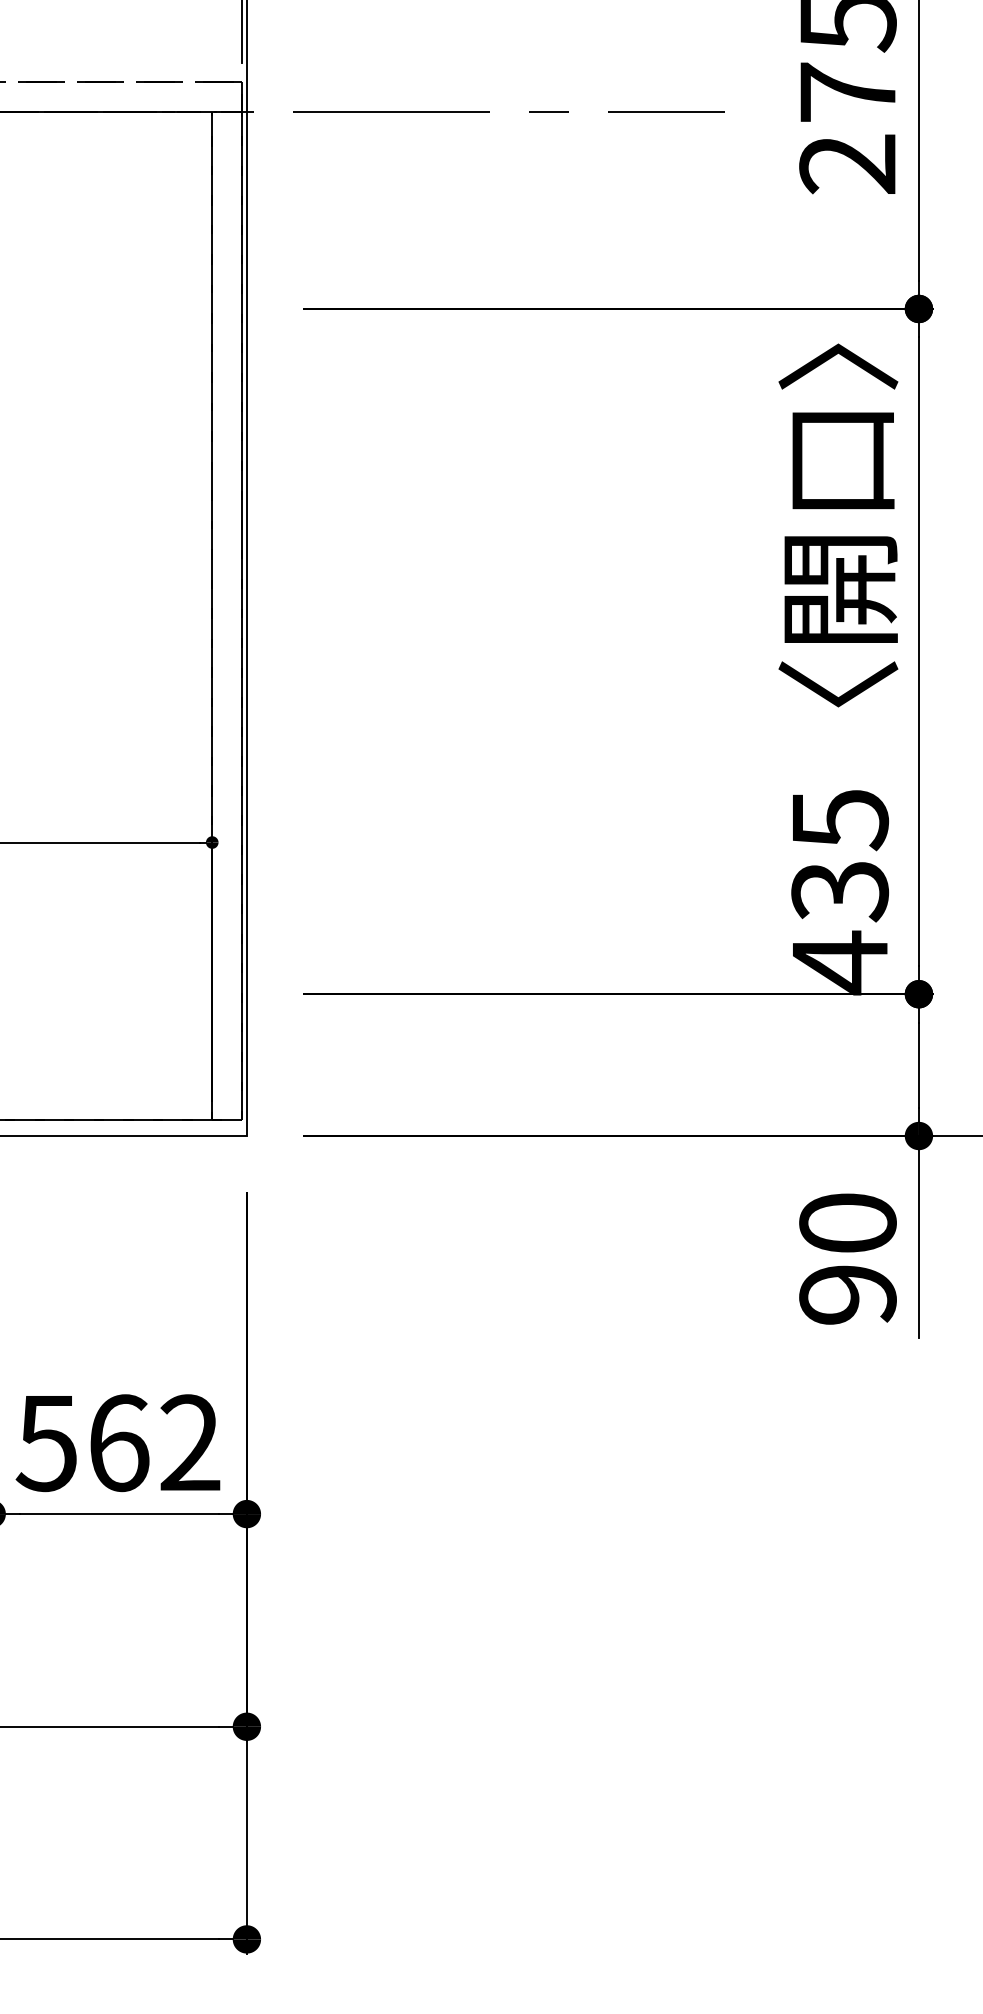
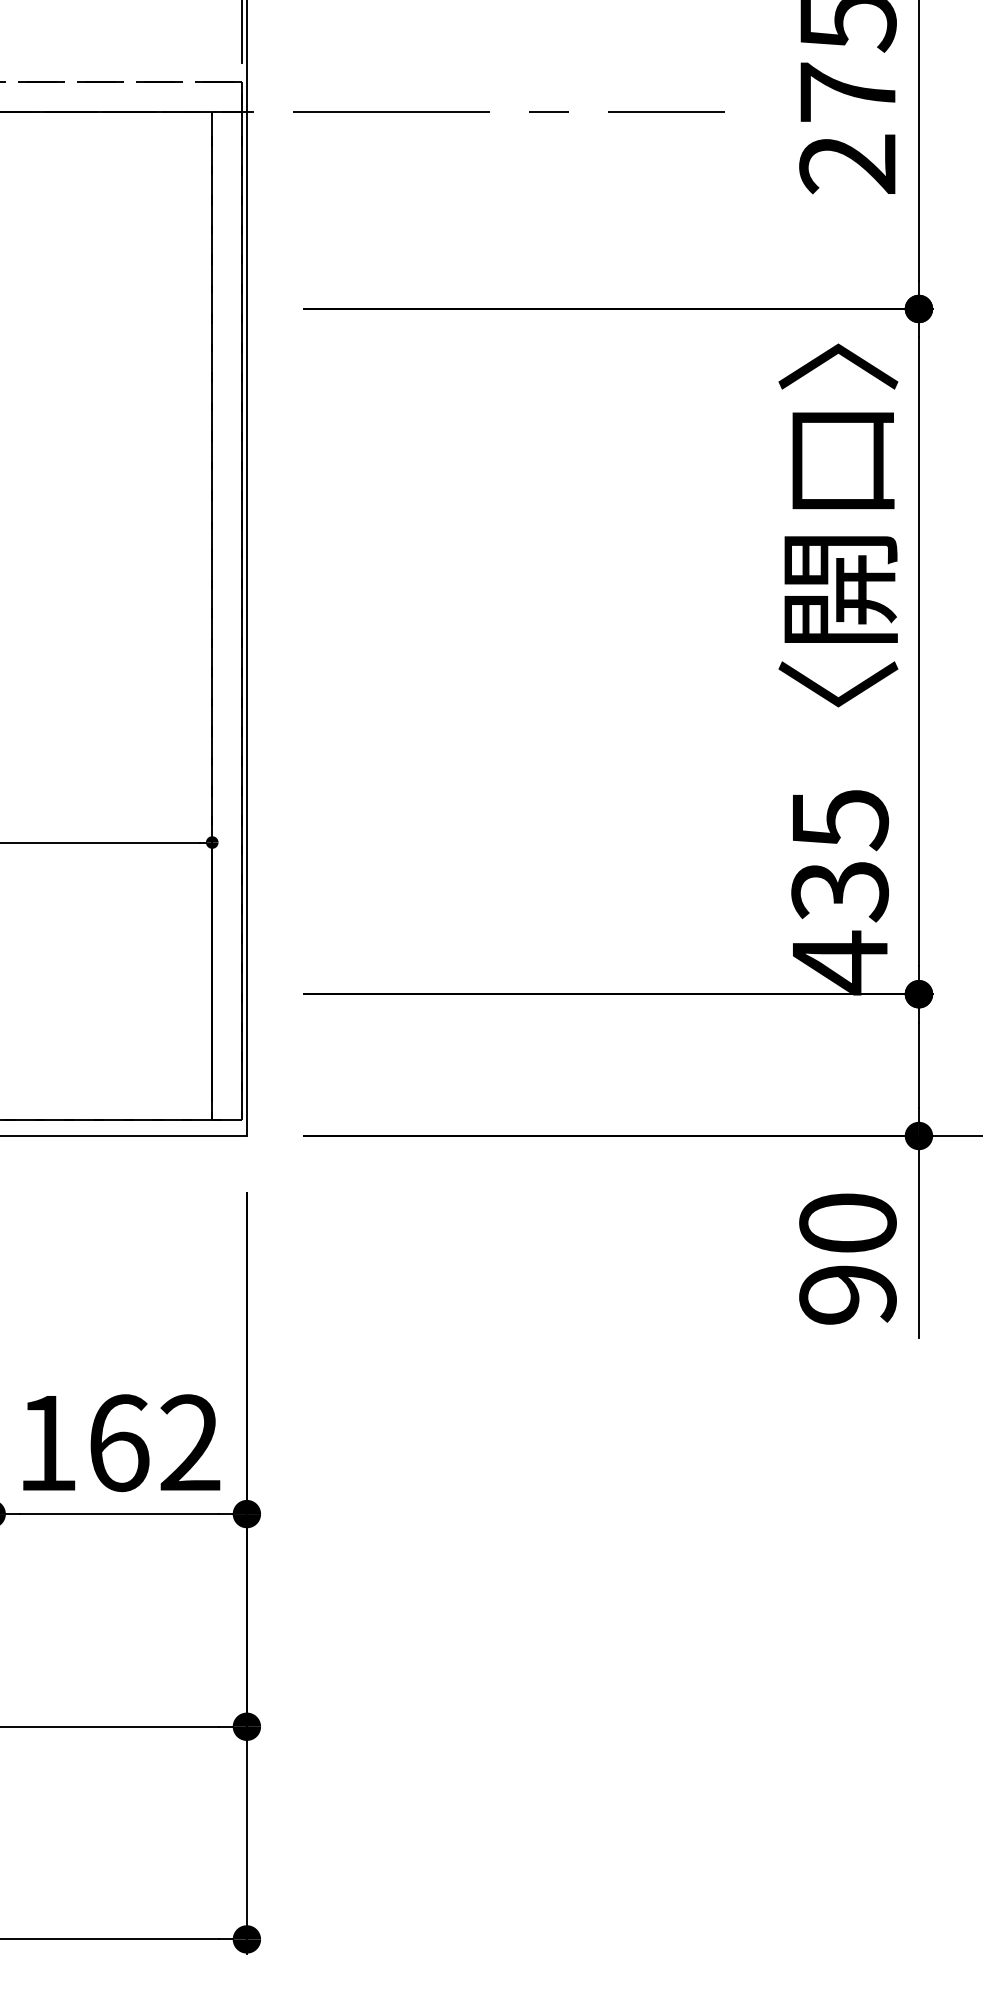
text at (45, 1444): 562 -> 162
